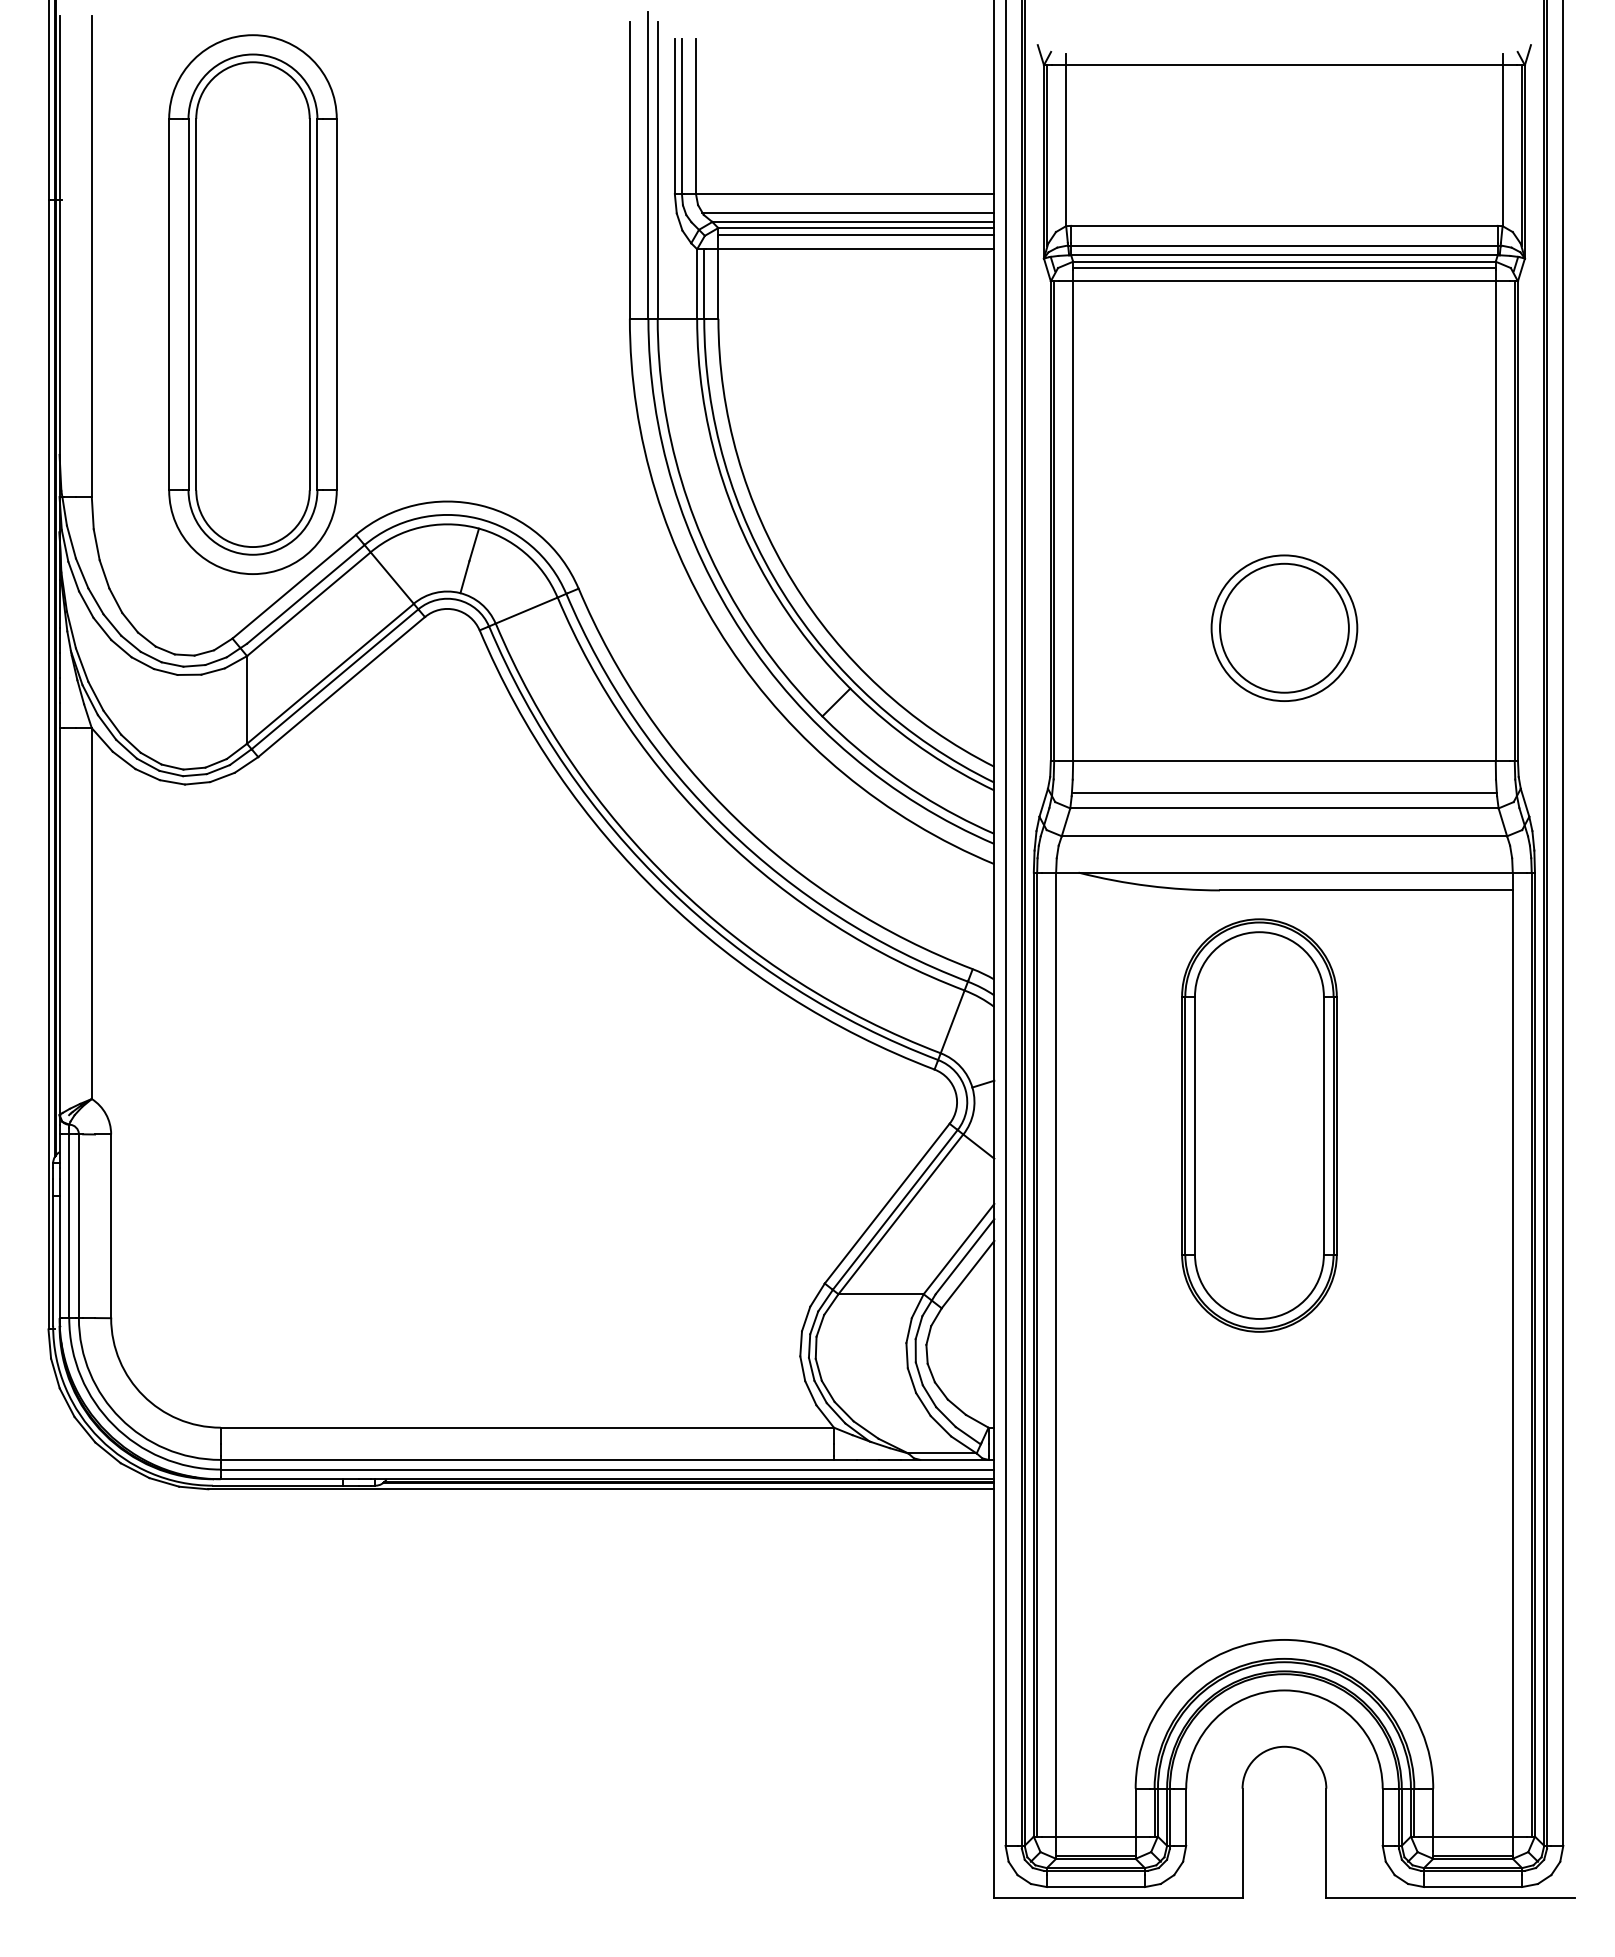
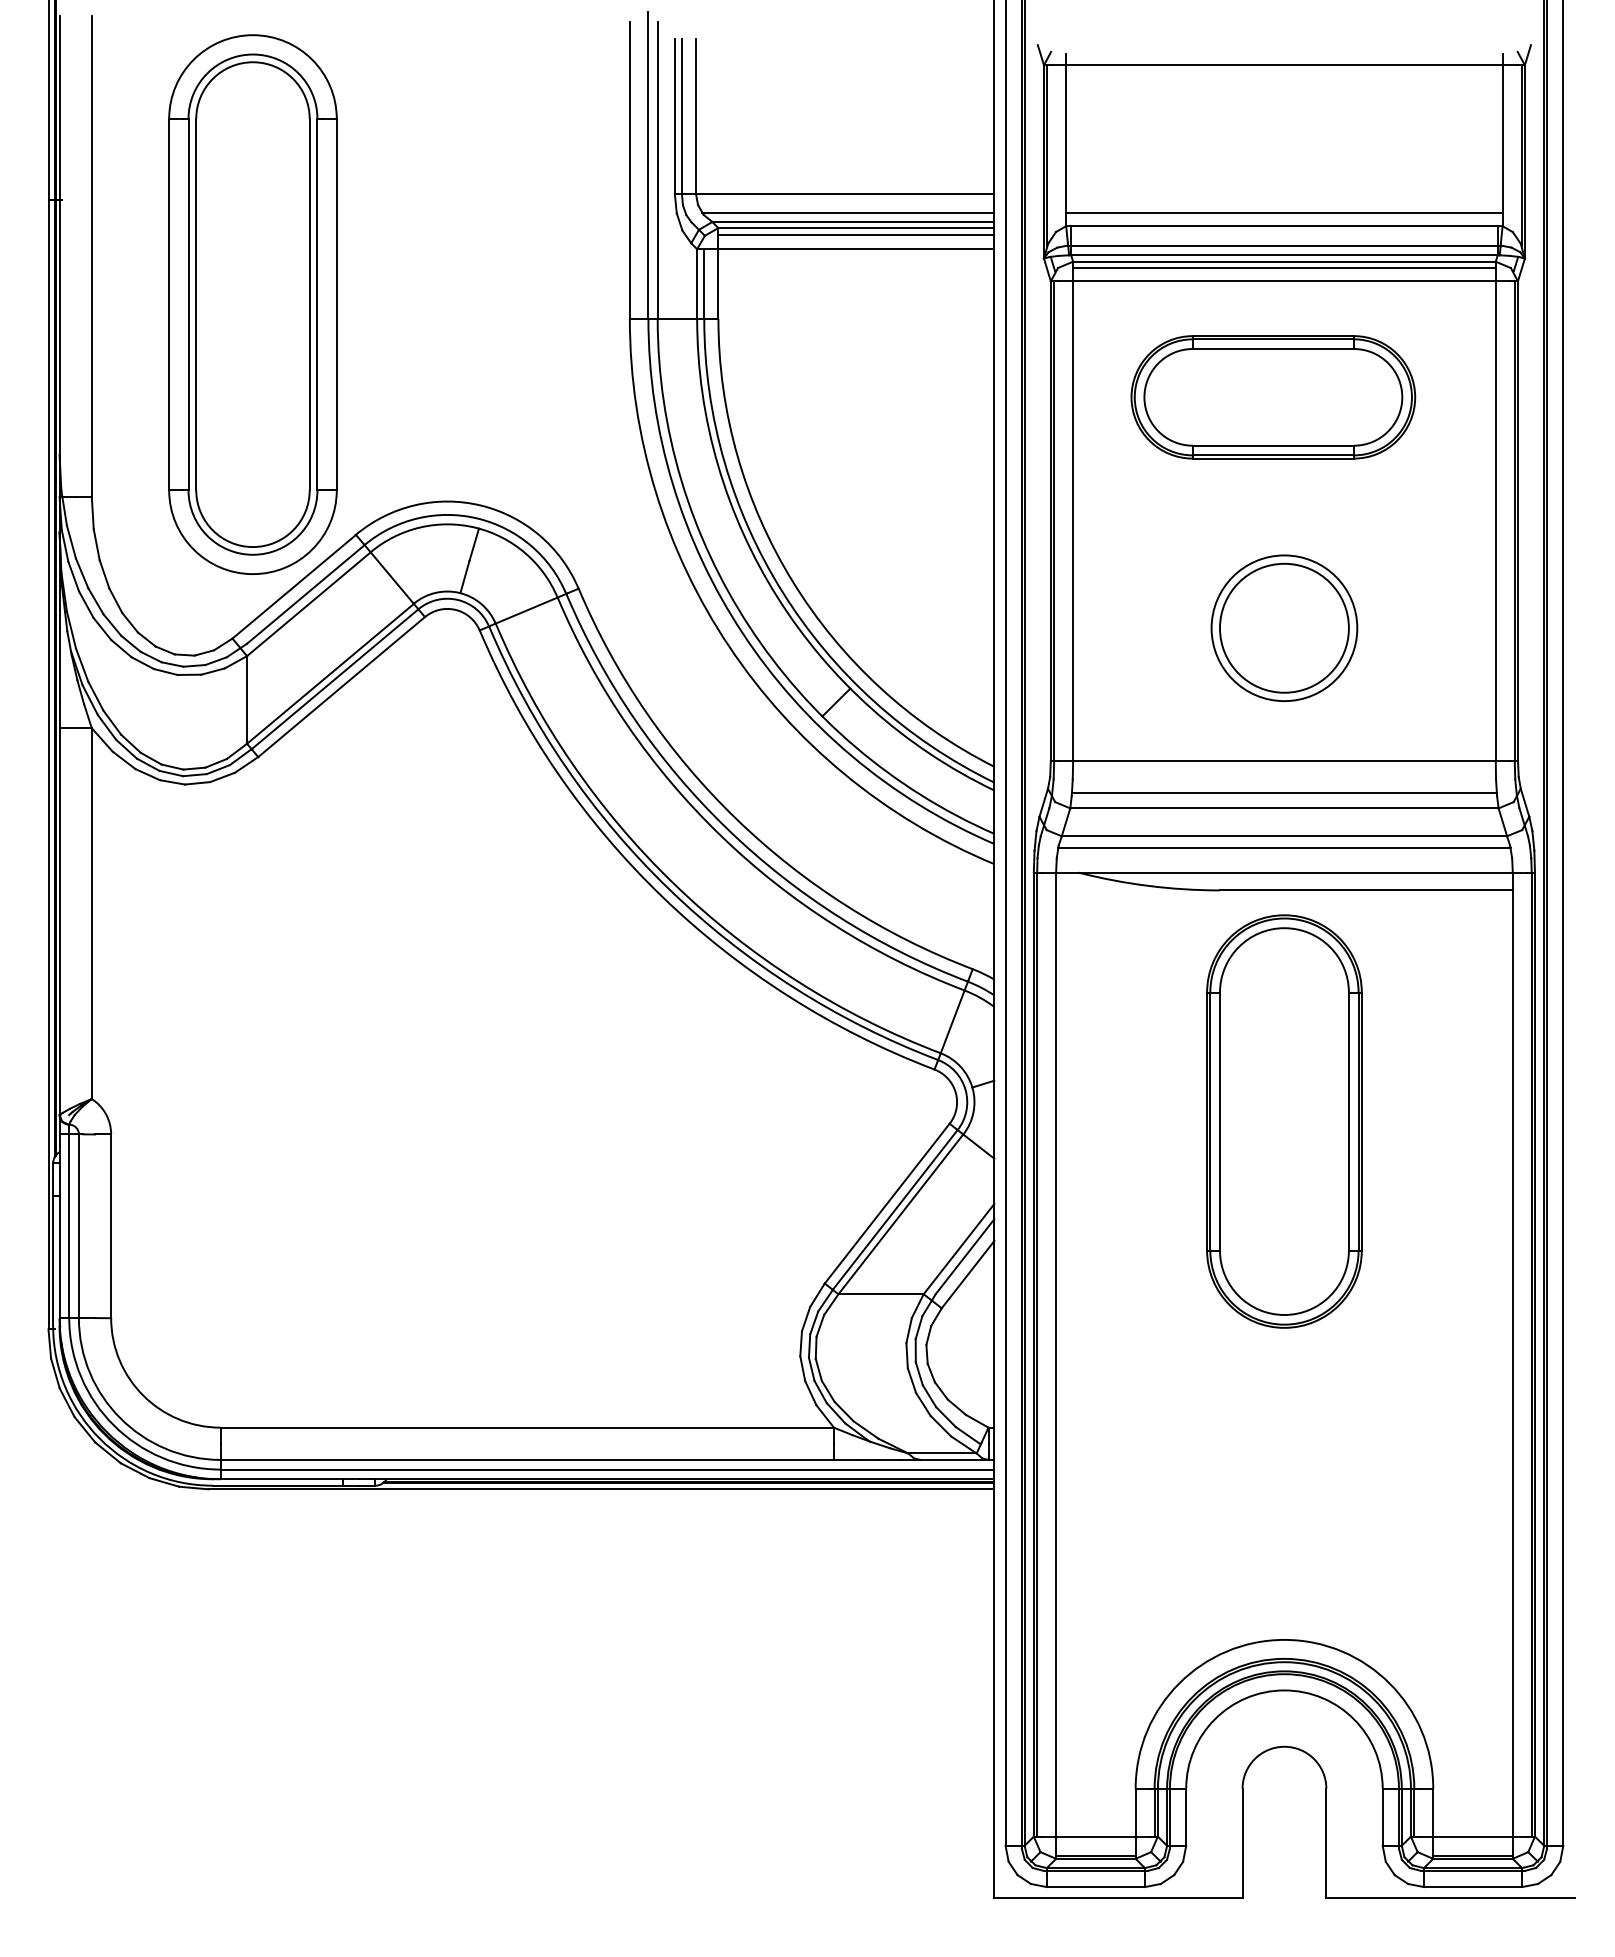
line at (1284, 212): none -> present
part at (1273, 397): none -> present
line at (1284, 848): none -> present
part at (1259, 1125) position: (1259, 1125) -> (1284, 1121)
